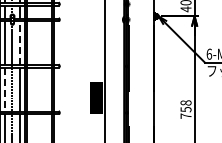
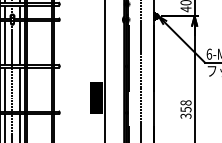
line at (20, 43): dashed -> solid
line at (141, 70): none -> present
line at (4, 89): dashed -> solid
text at (185, 115): 758 -> 358
